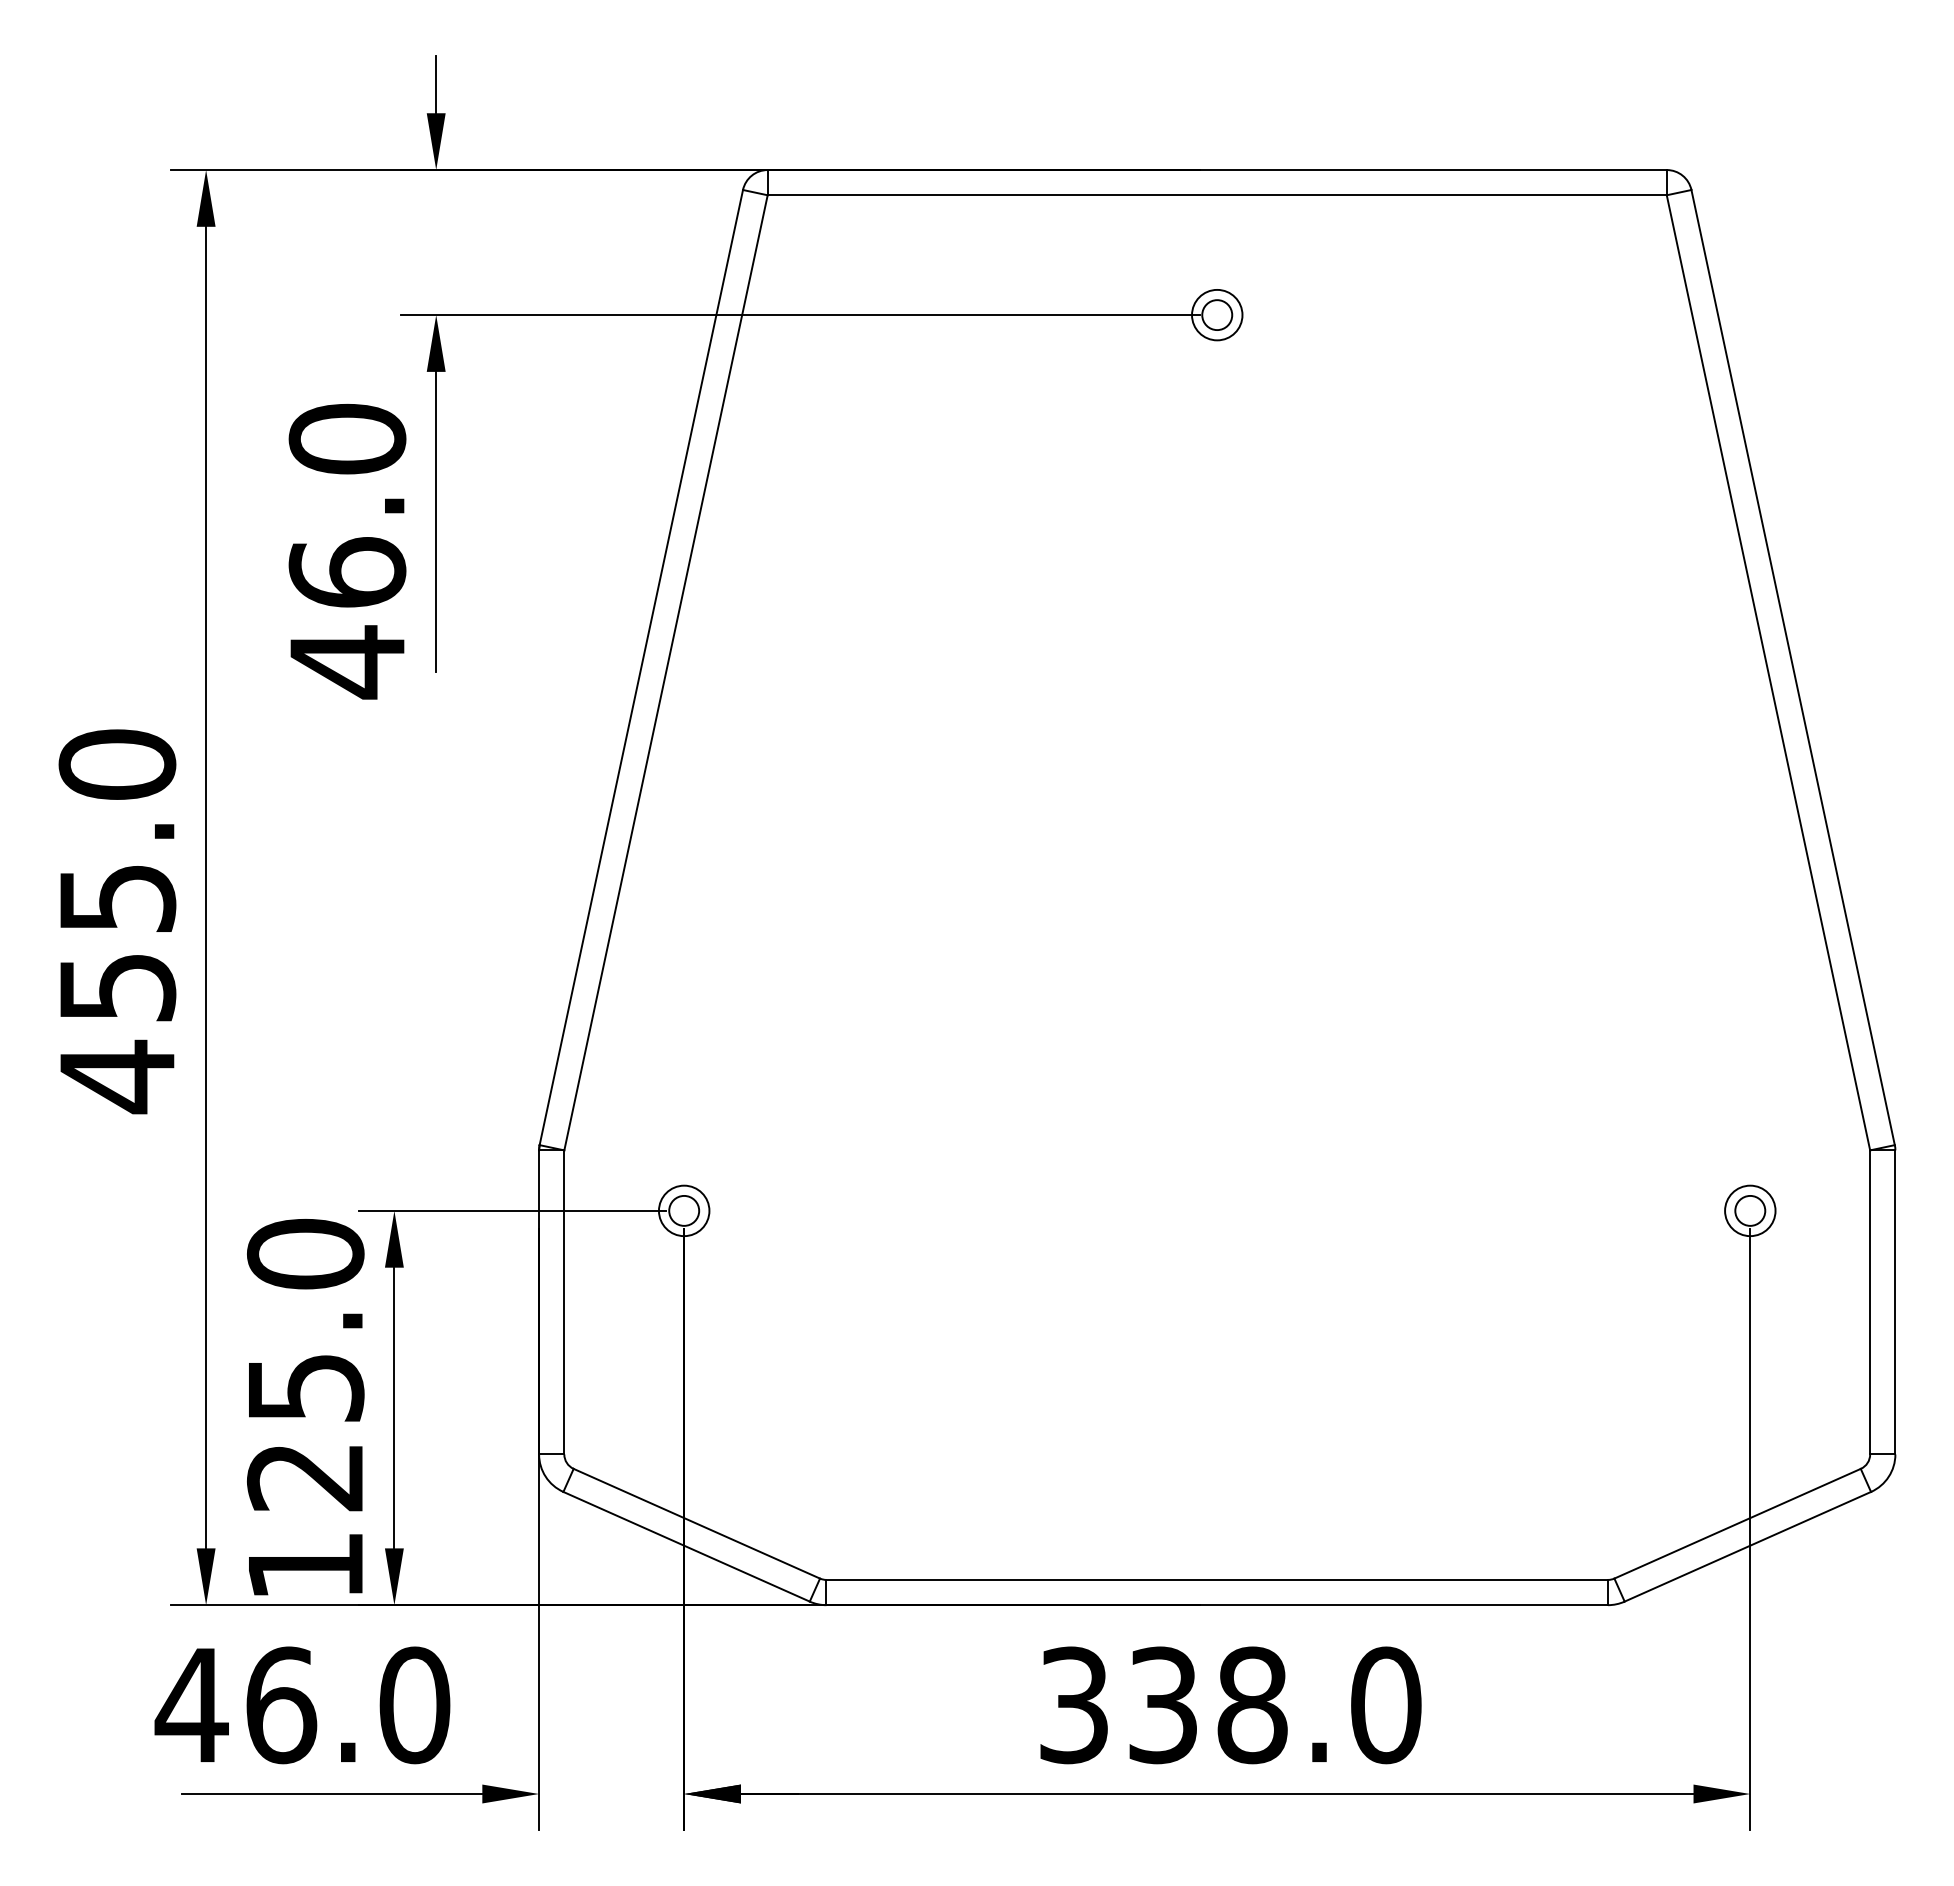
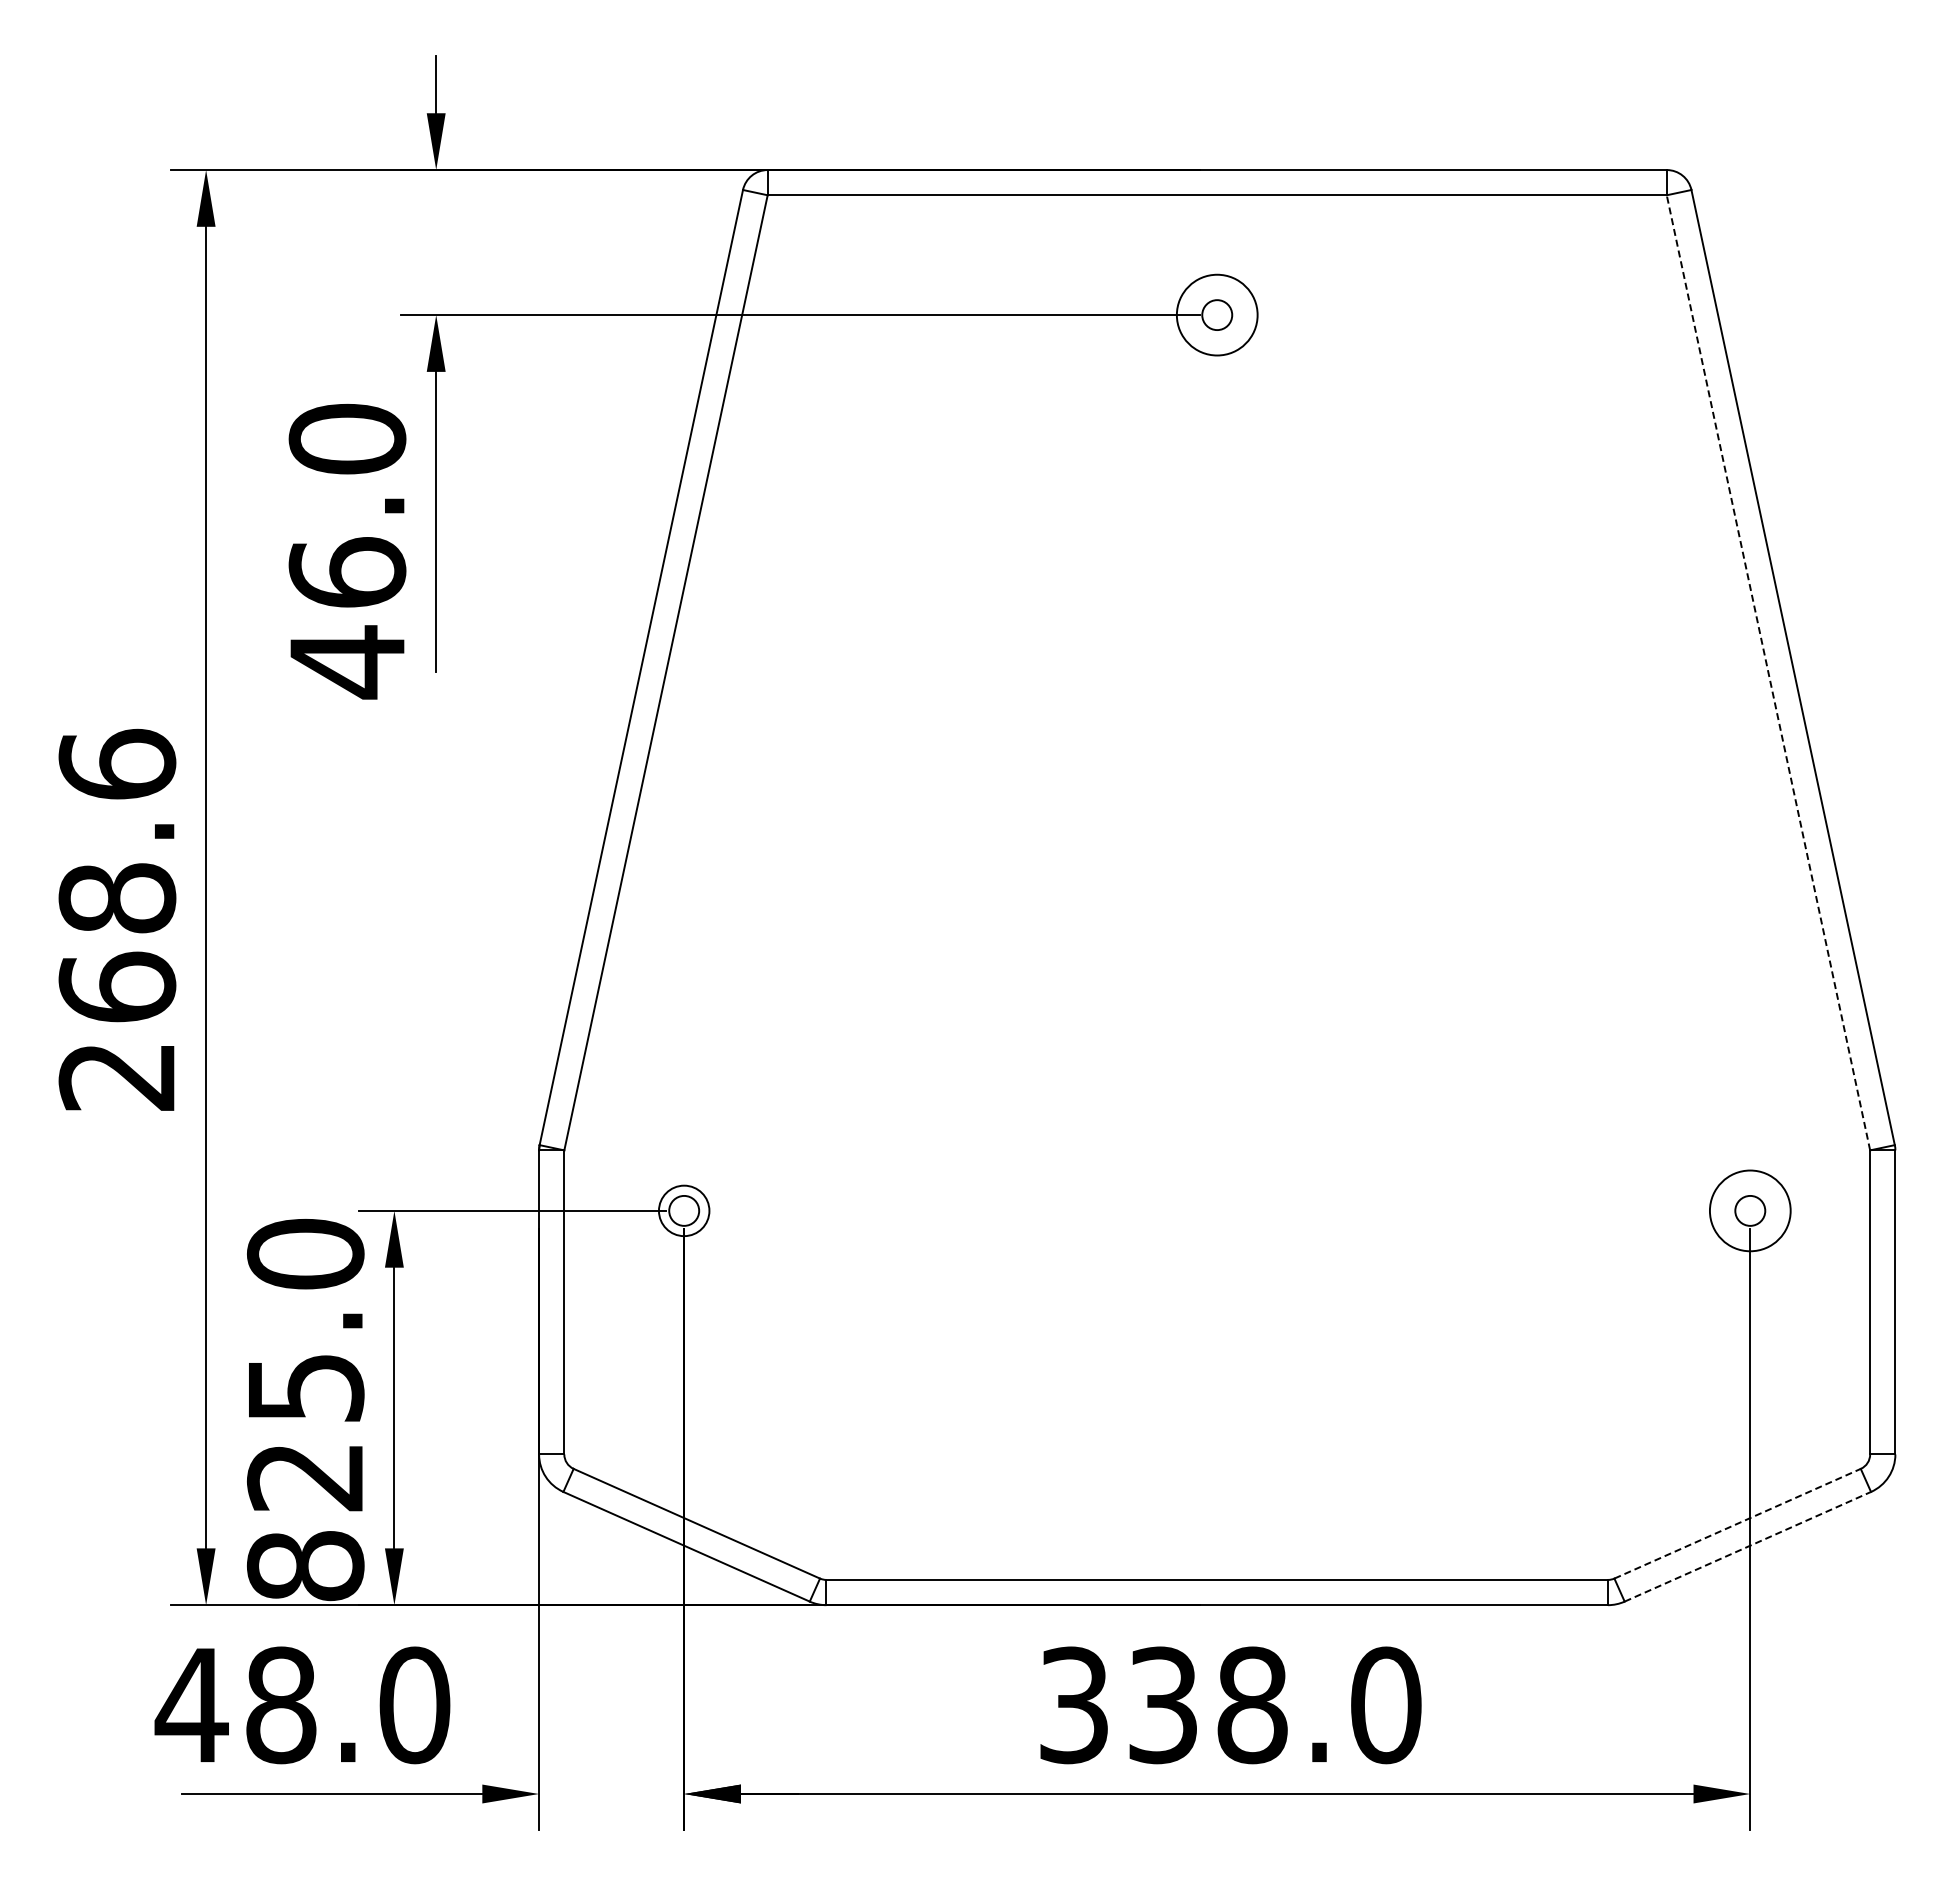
circle at (1217, 314) diameter: 50 px -> 81 px
line at (1768, 672): solid -> dashed
text at (117, 921): 455.0 -> 268.6
circle at (1750, 1210) diameter: 50 px -> 81 px
line at (1737, 1523): solid -> dashed
line at (1747, 1546): solid -> dashed
text at (305, 1566): 125.0 -> 825.0
text at (281, 1705): 46.0 -> 48.0
